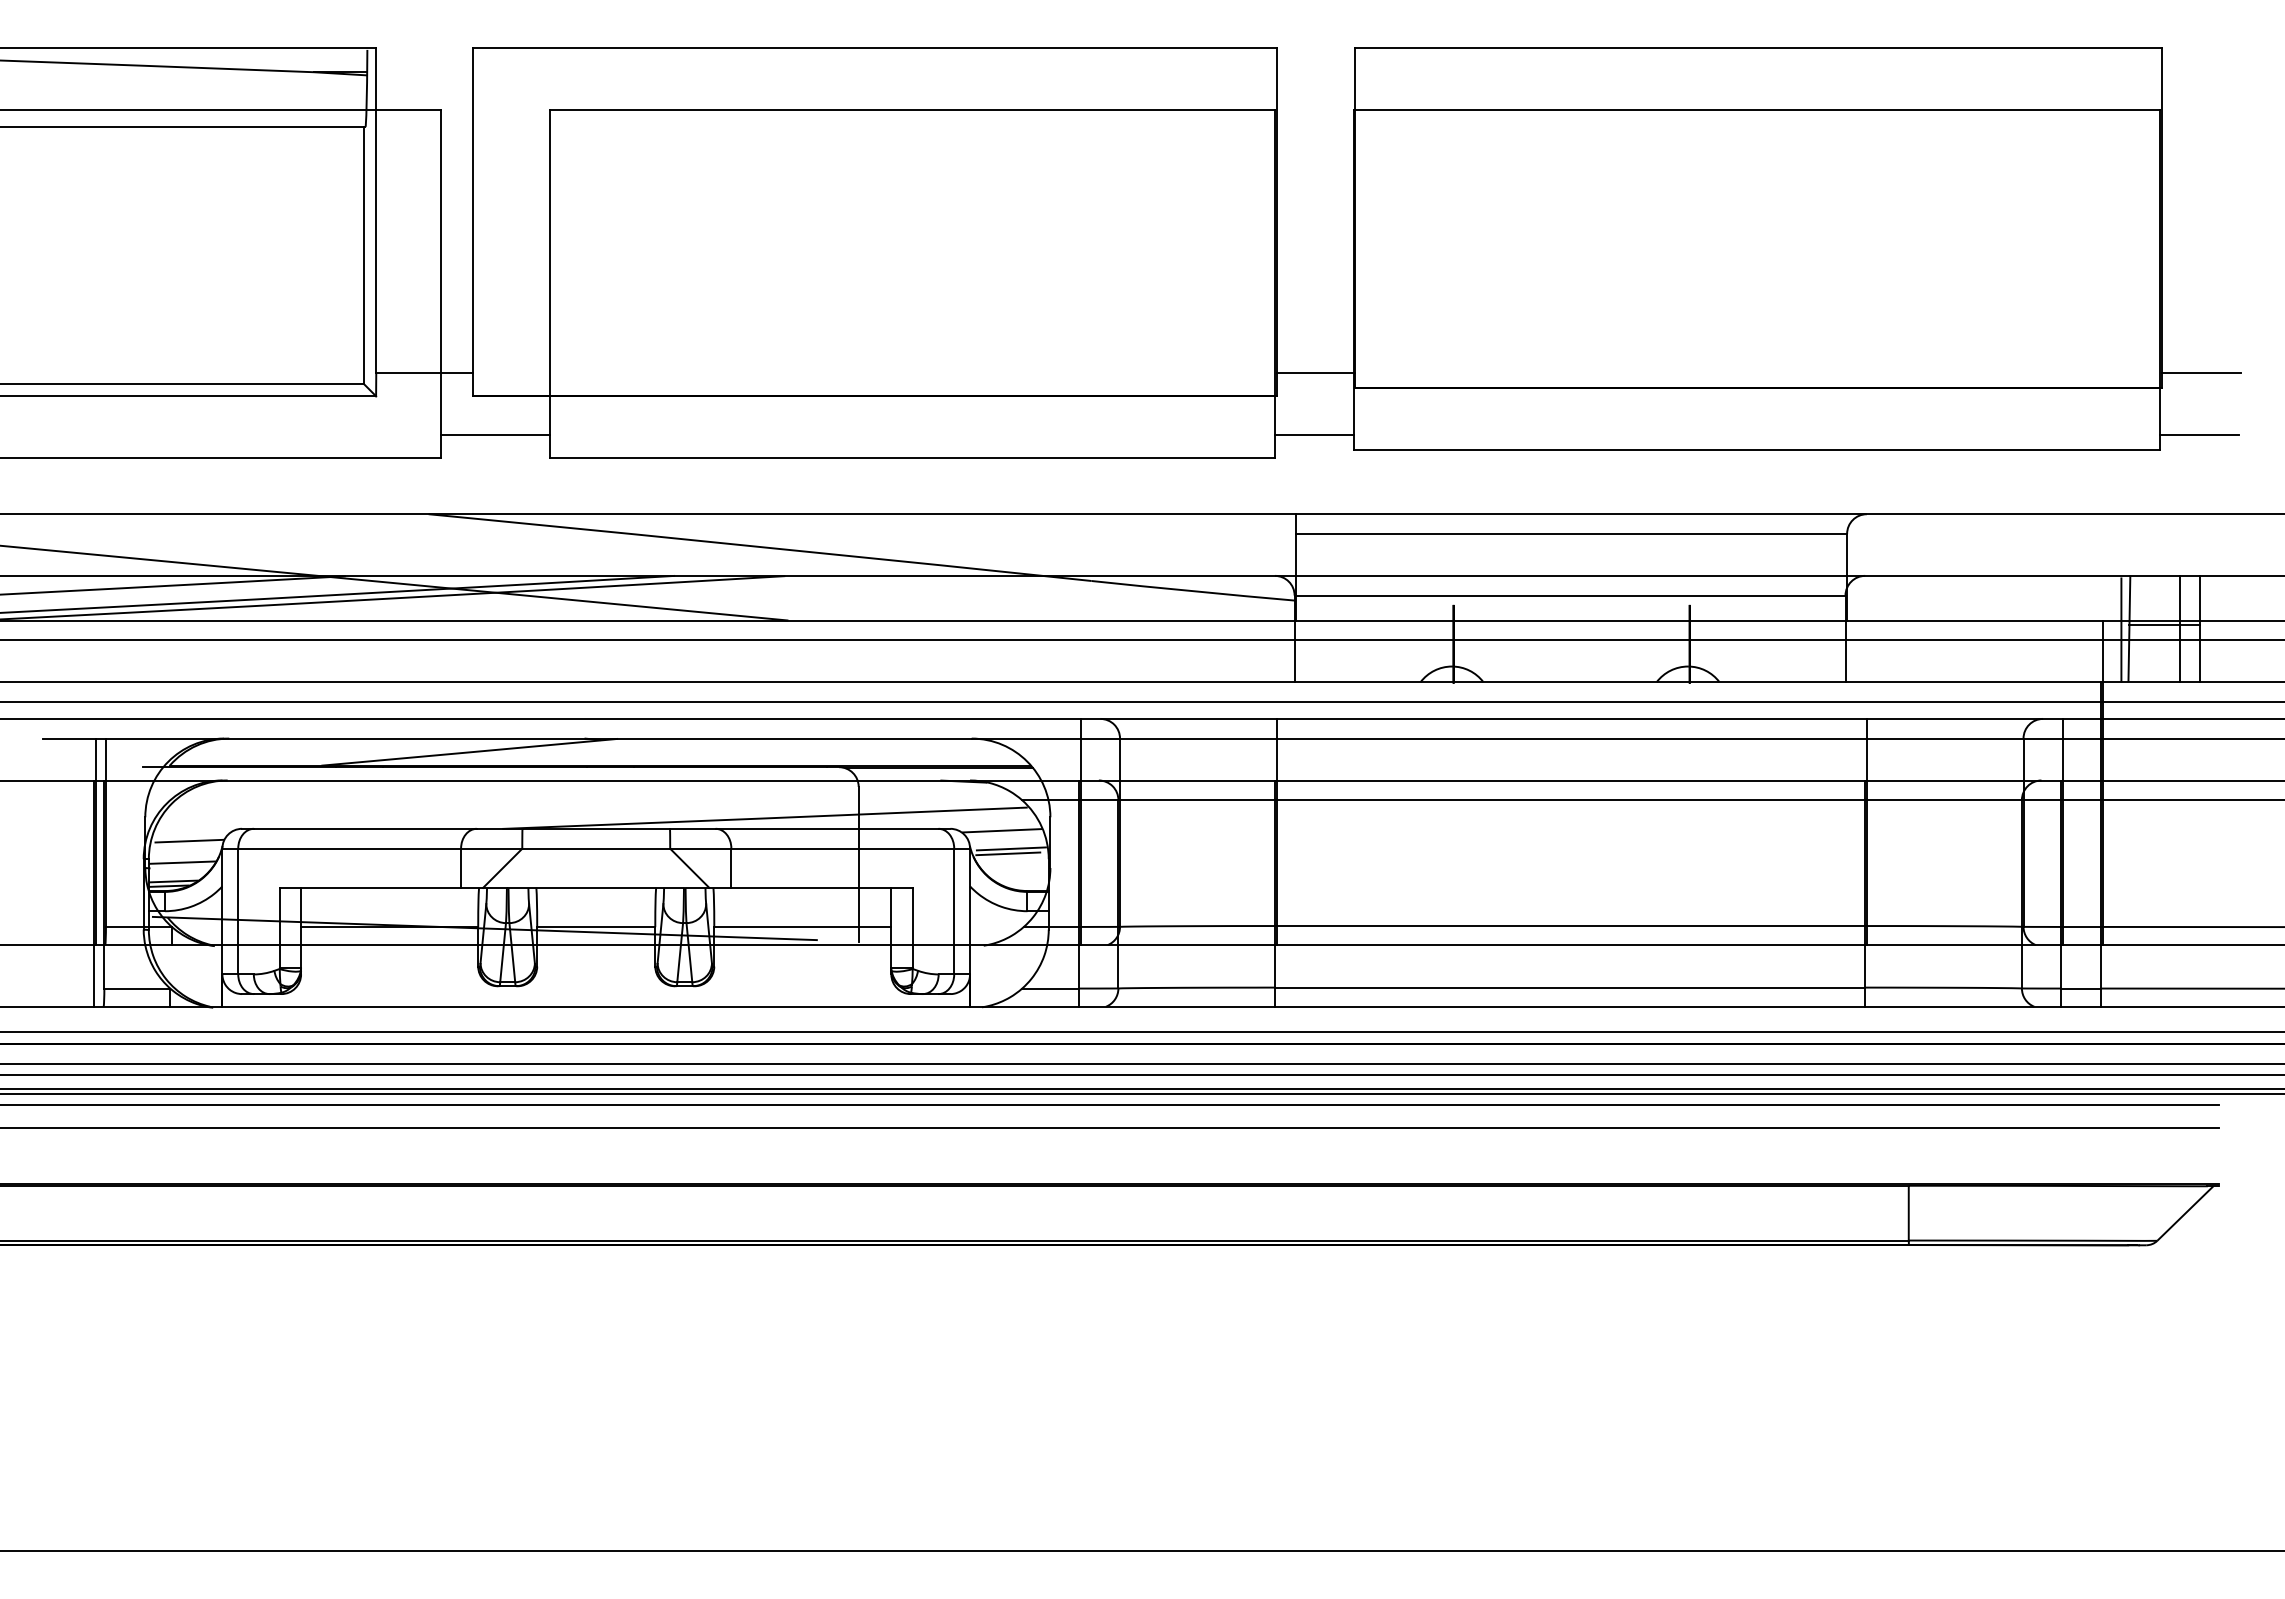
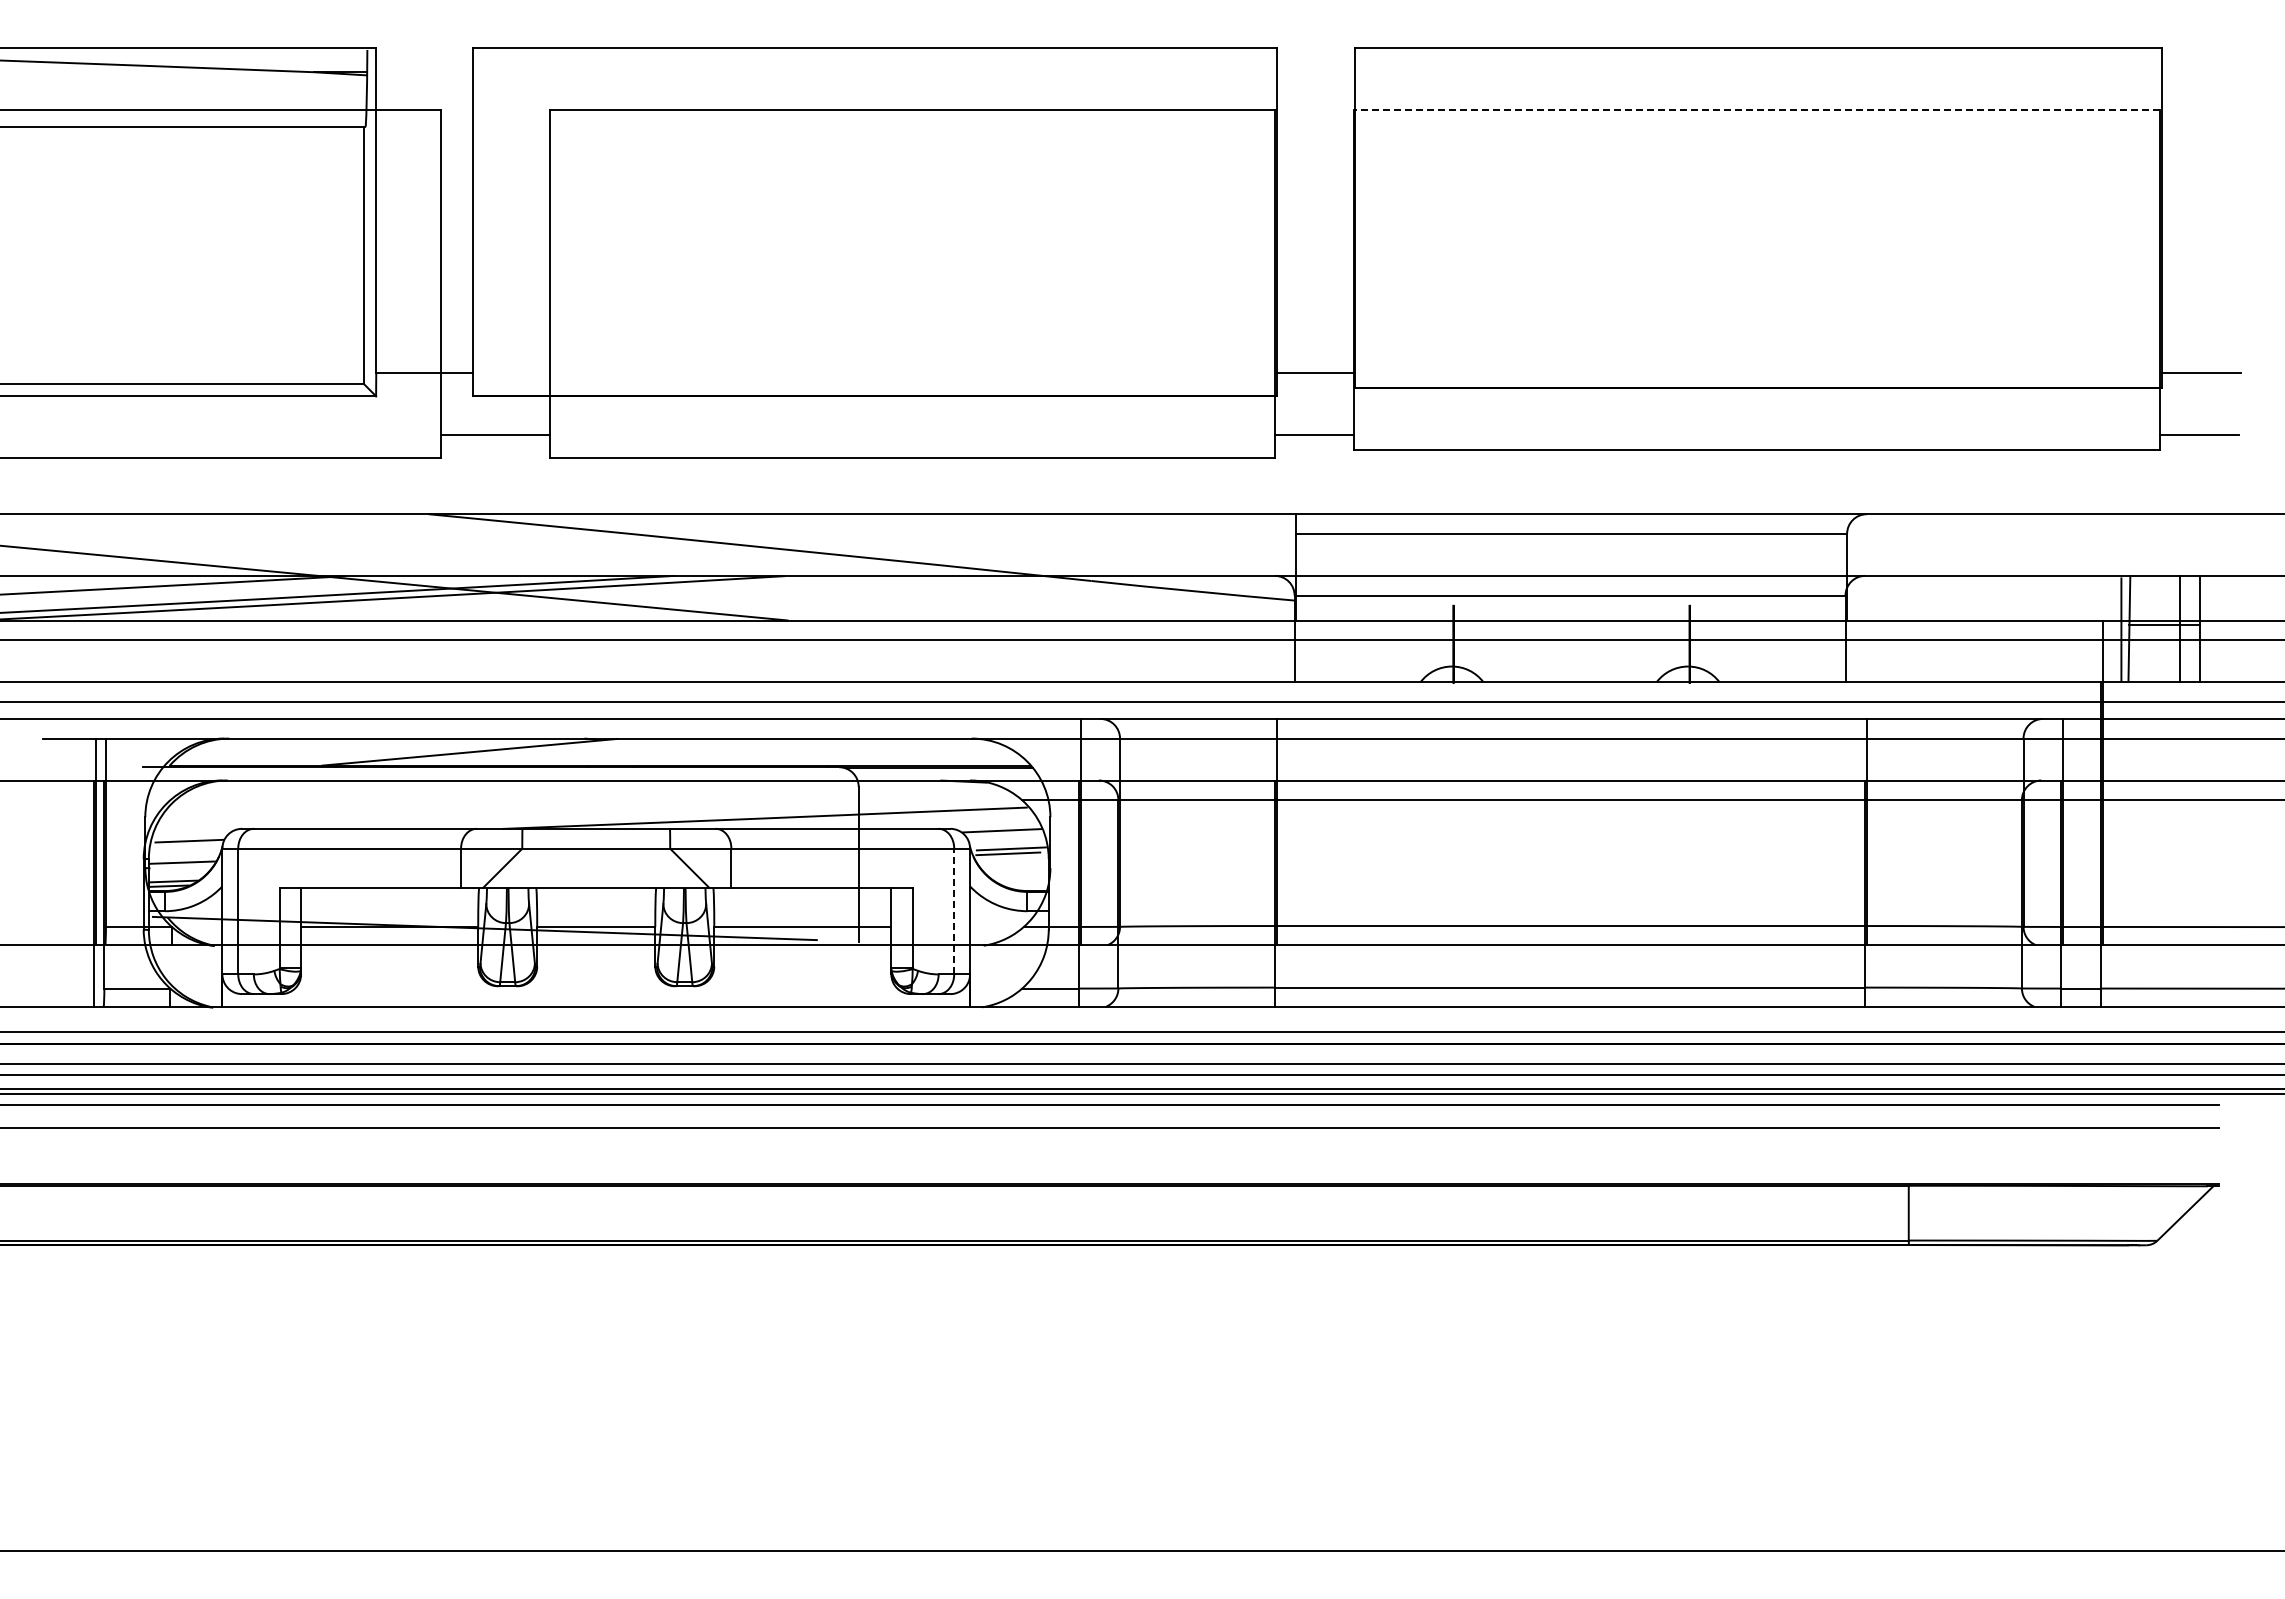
line at (1756, 109): solid -> dashed
line at (954, 911): solid -> dashed
